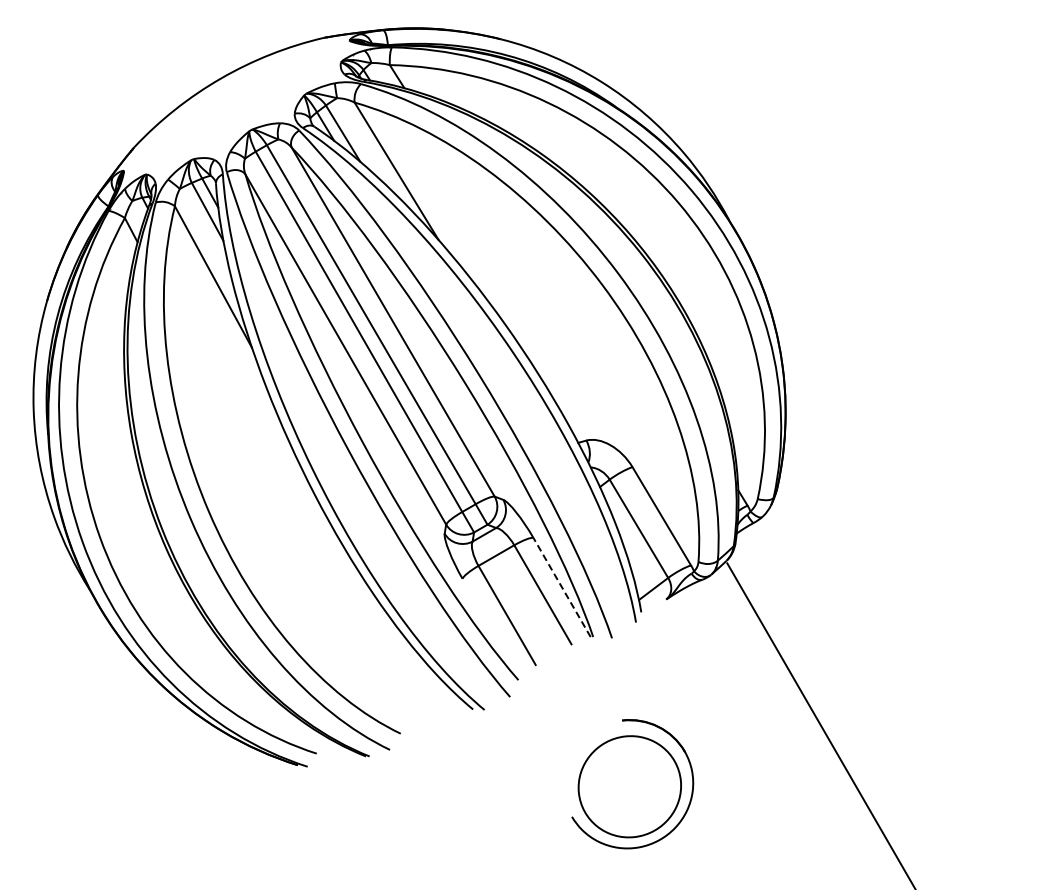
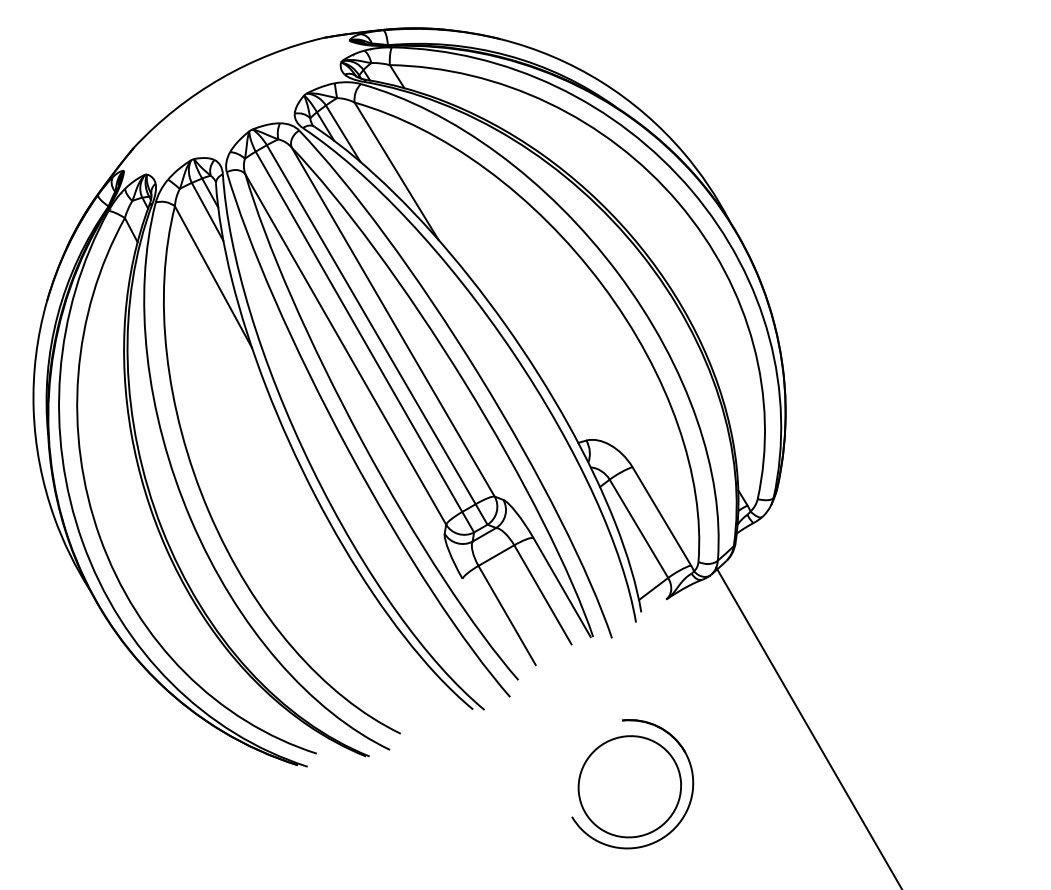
line at (561, 587): dashed -> solid
line at (820, 724) position: (820, 724) -> (808, 727)
